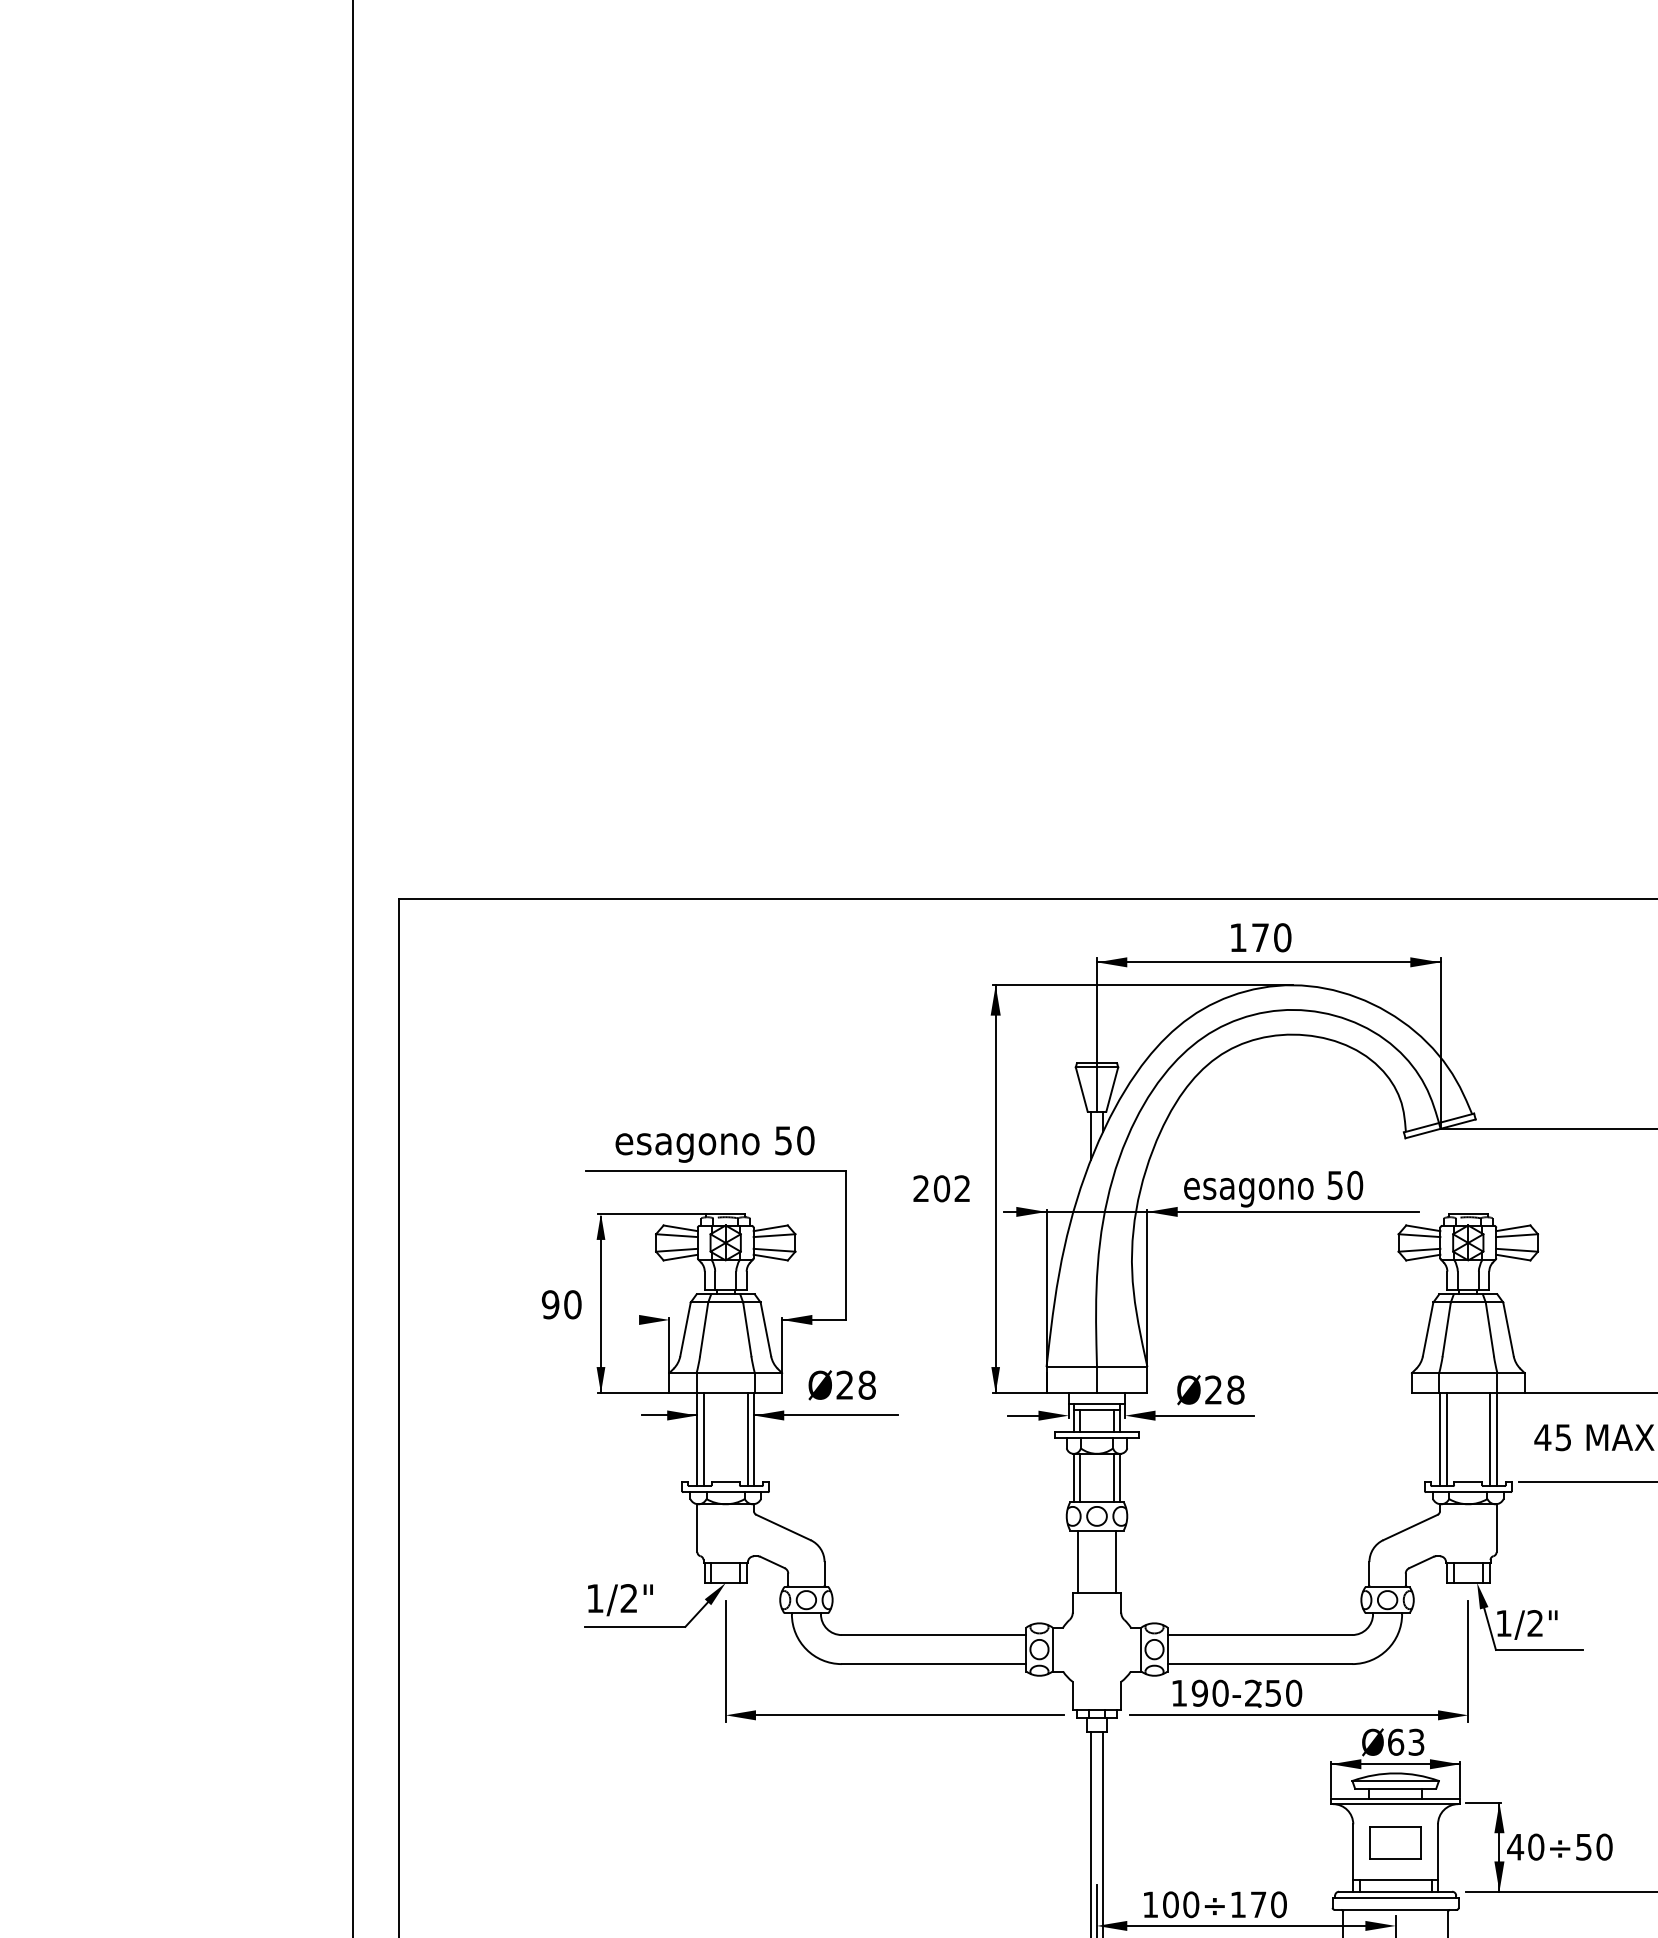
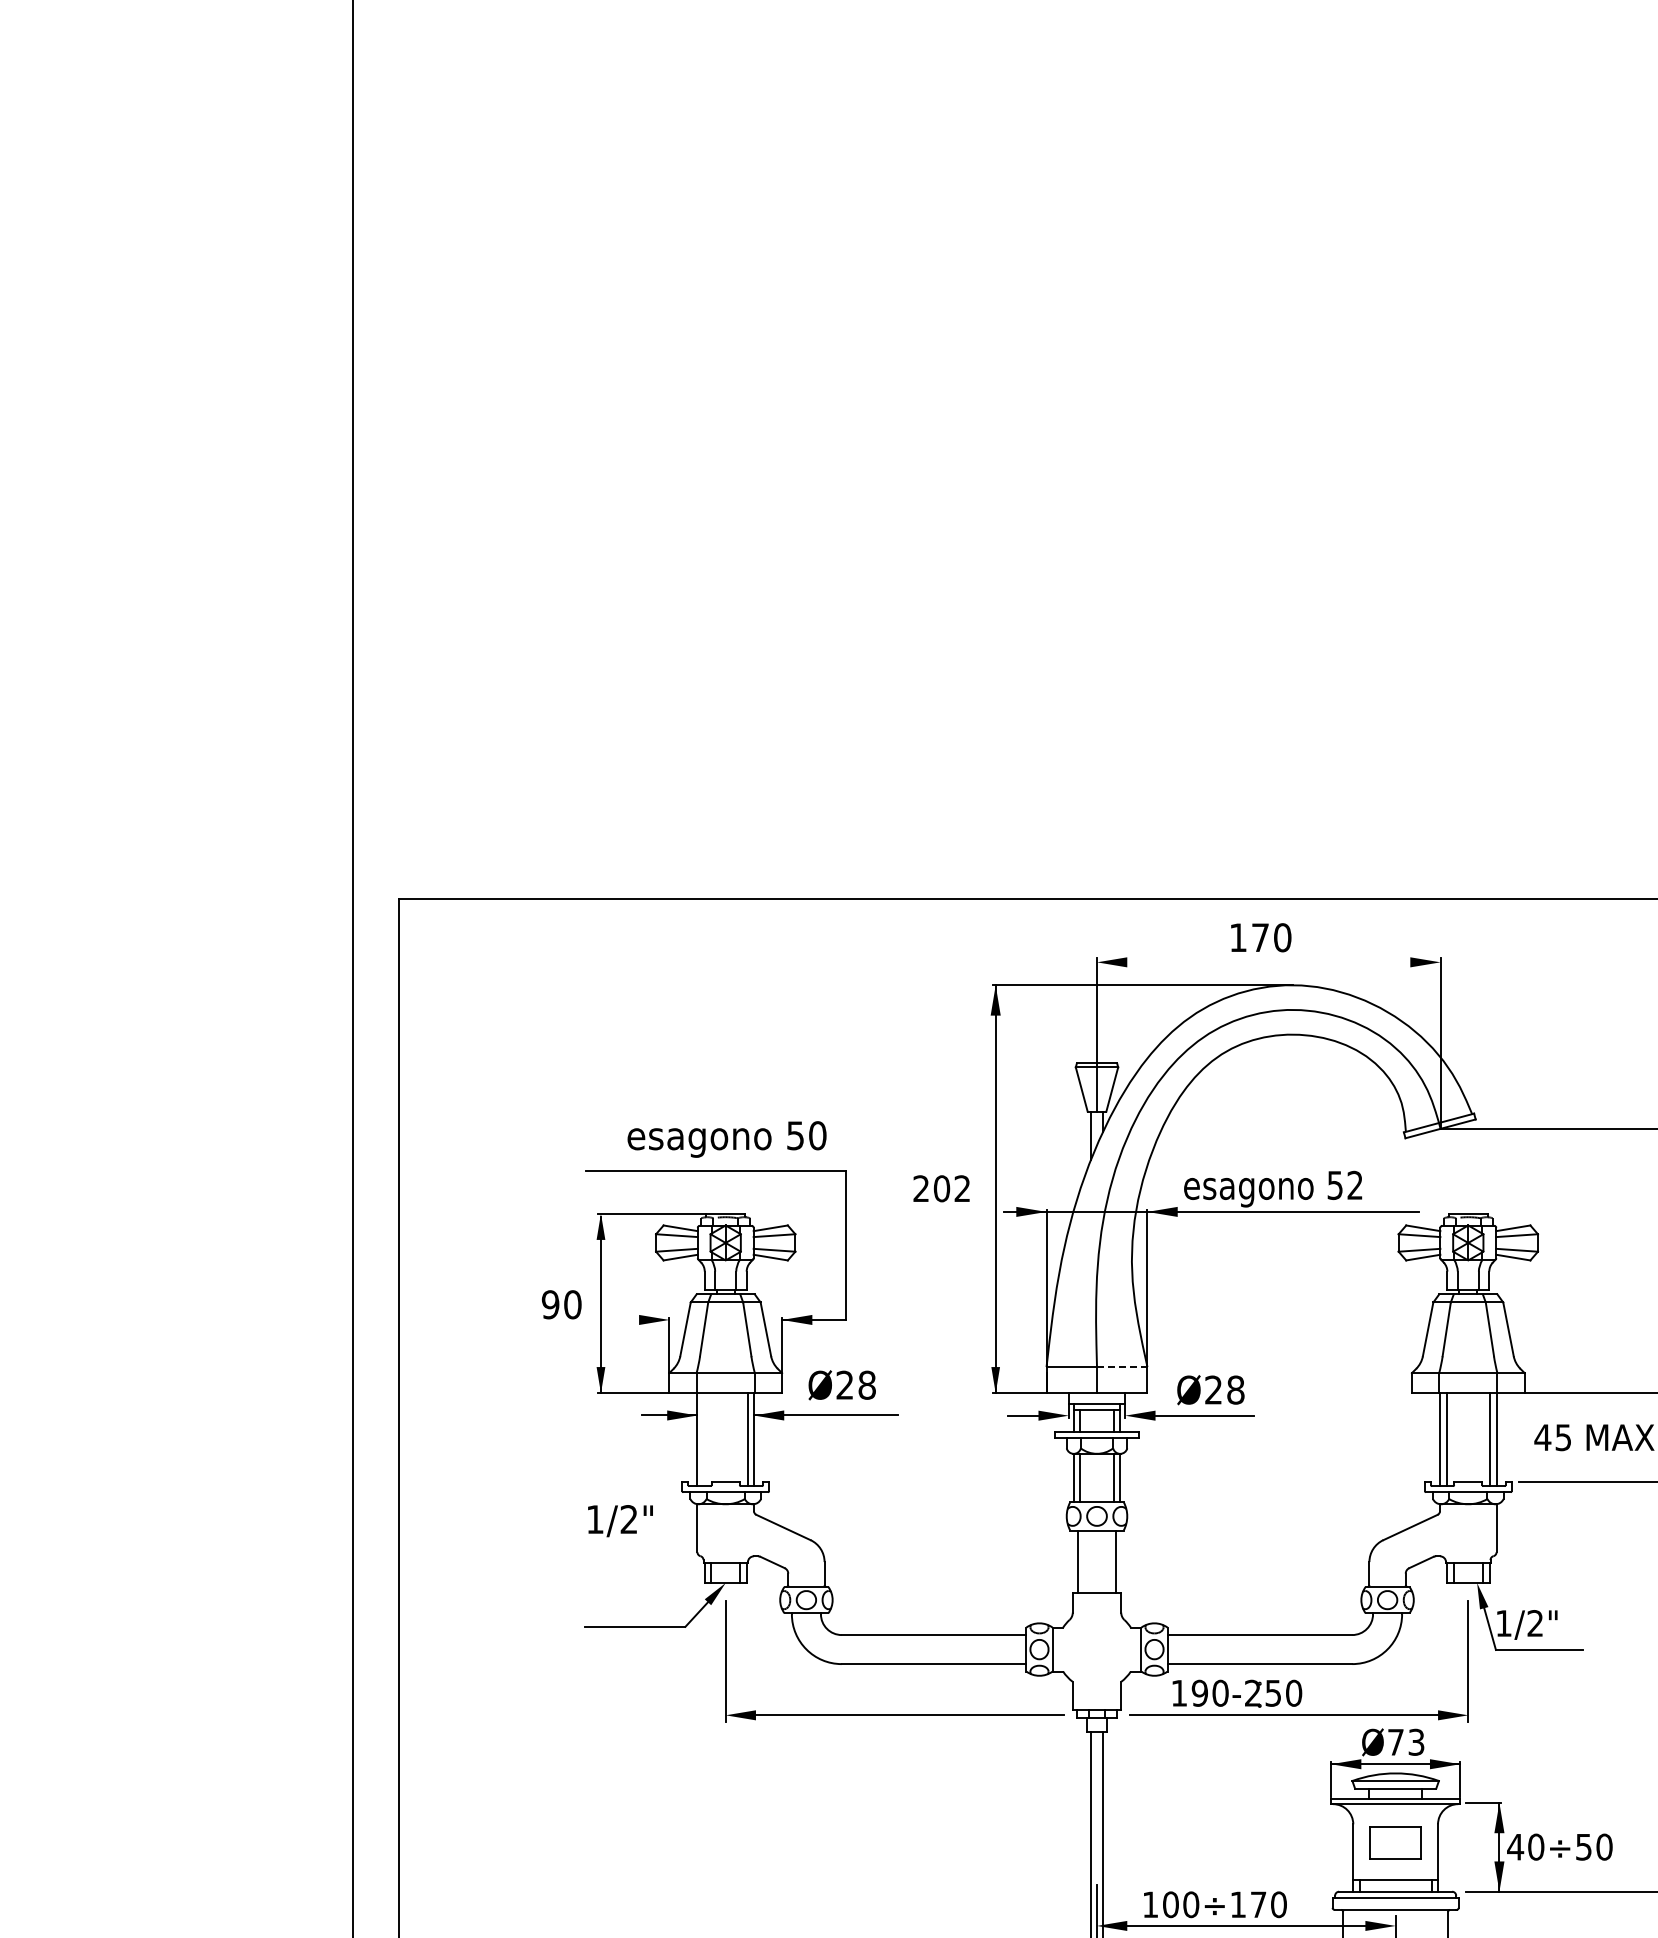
line at (1268, 962): present -> none
text at (714, 1144) position: (714, 1144) -> (726, 1139)
text at (1355, 1185): 50 -> 52
line at (1122, 1367): solid -> dashed
line at (703, 1439): present -> none
text at (620, 1600) position: (620, 1600) -> (620, 1521)
text at (1396, 1741): Ø63 -> Ø73
